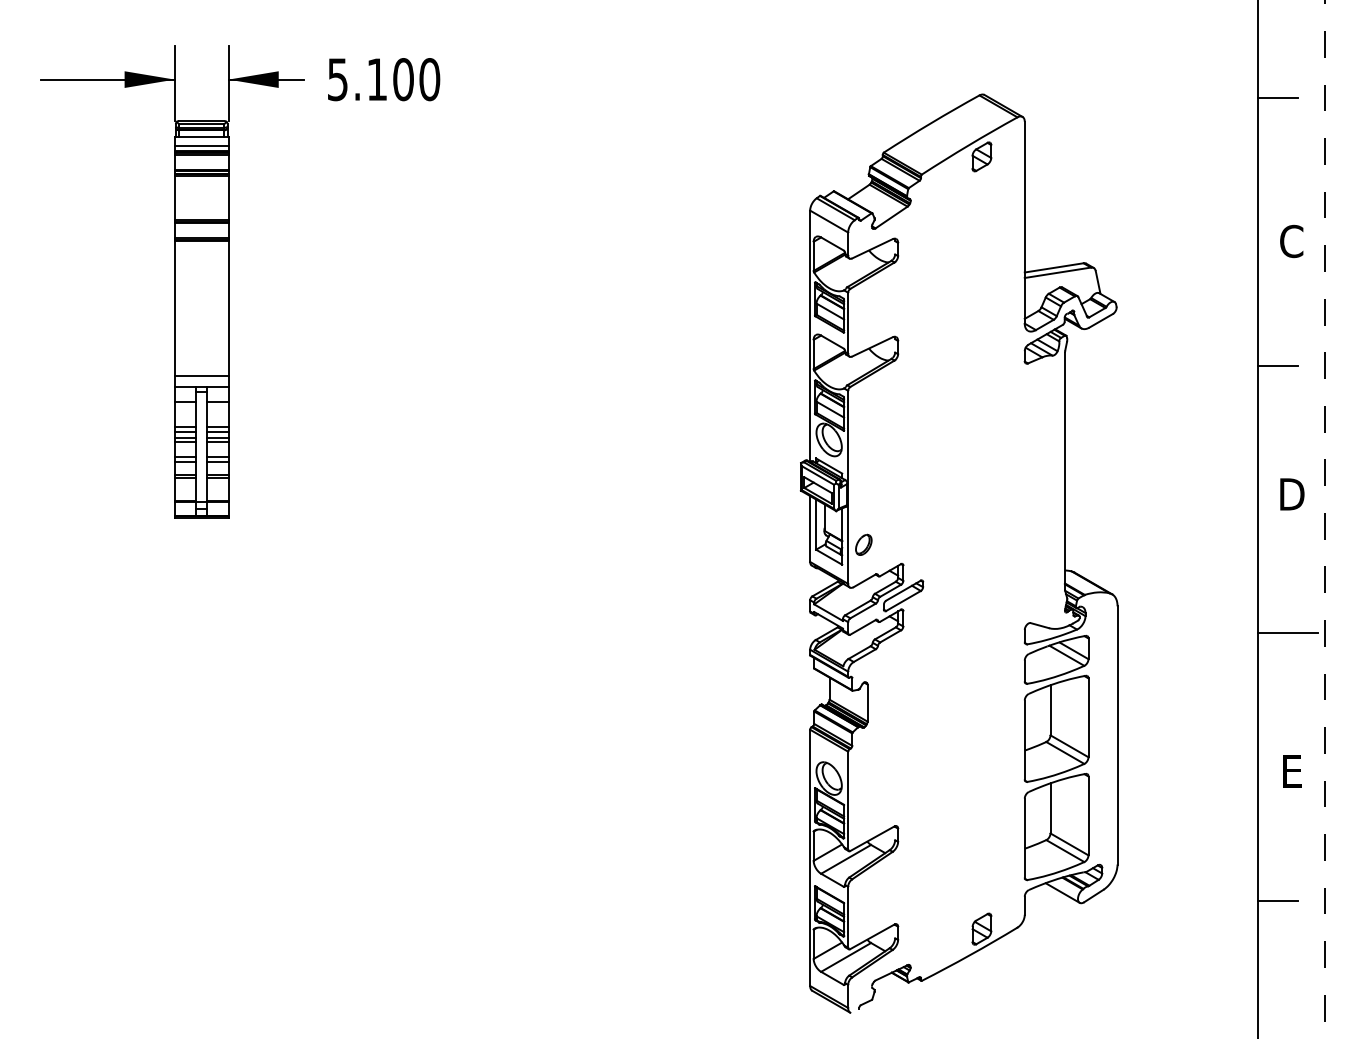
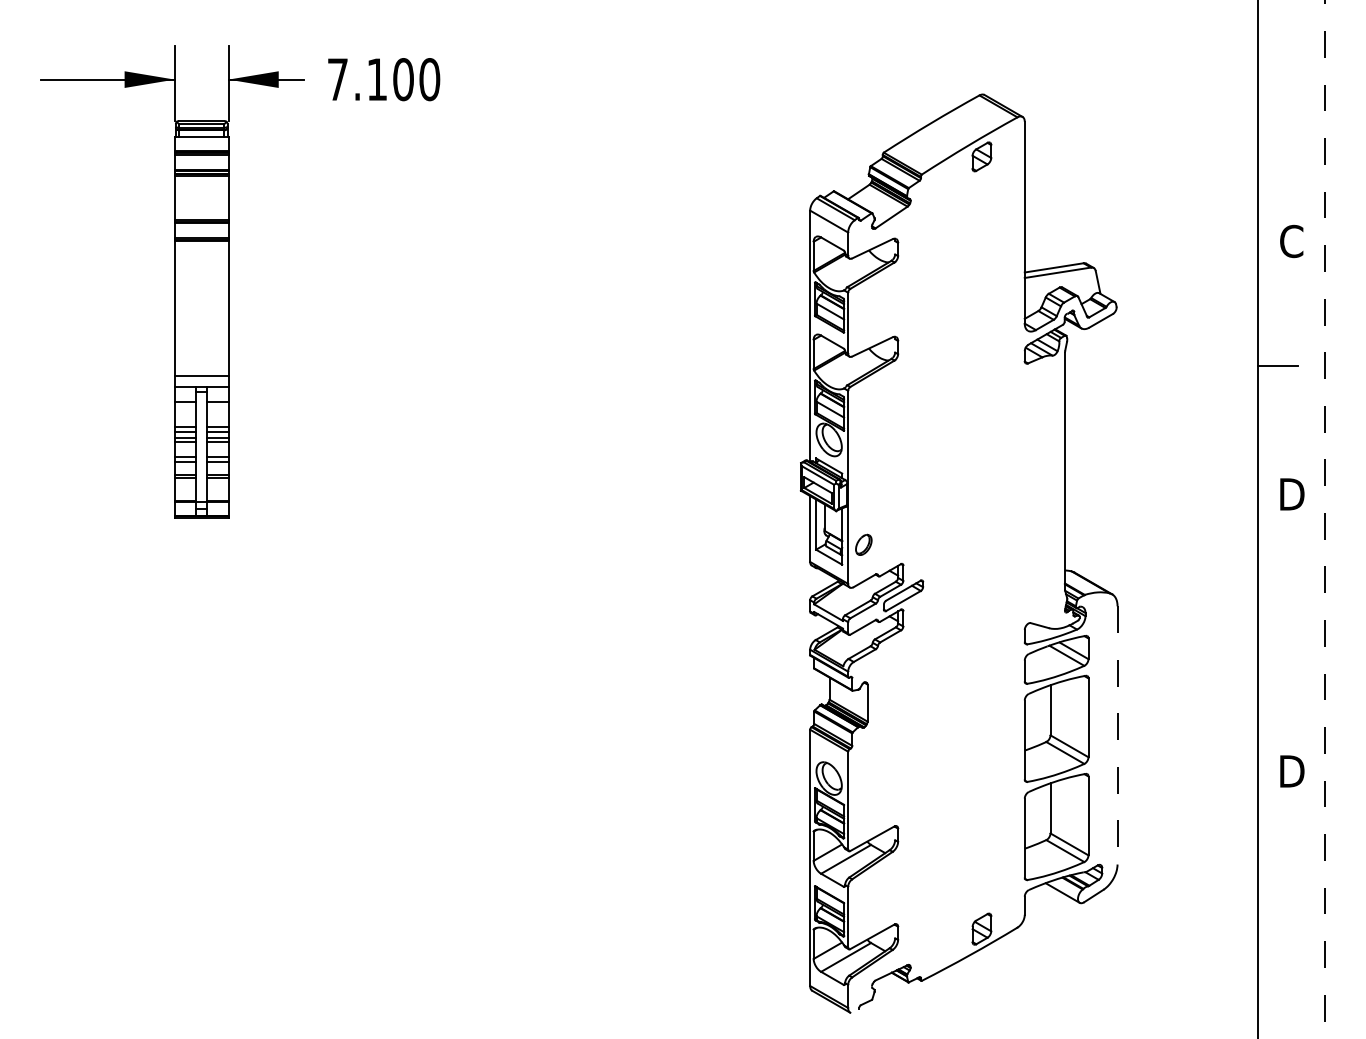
text at (337, 79): 5.100 -> 7.100
line at (1278, 98): present -> none
line at (201, 146): present -> none
line at (1288, 633): present -> none
line at (1117, 735): solid -> dashed
text at (1292, 771): E -> D
line at (1278, 901): present -> none
